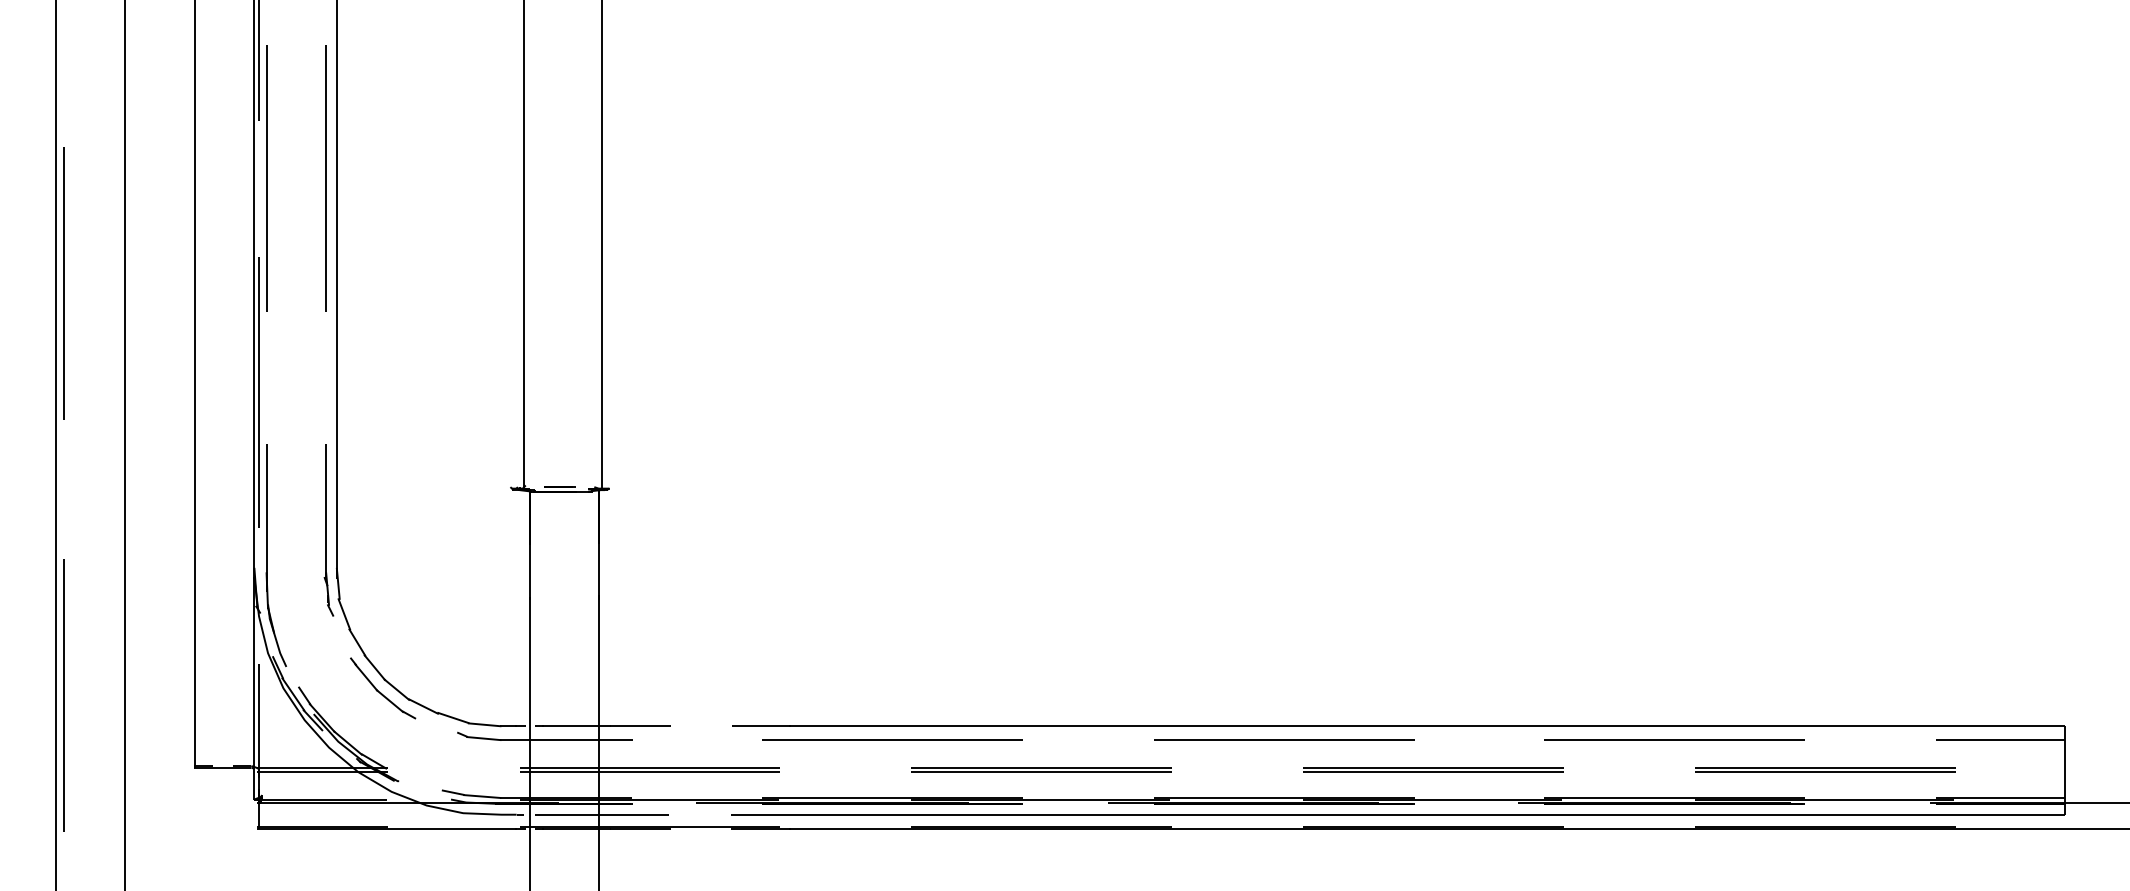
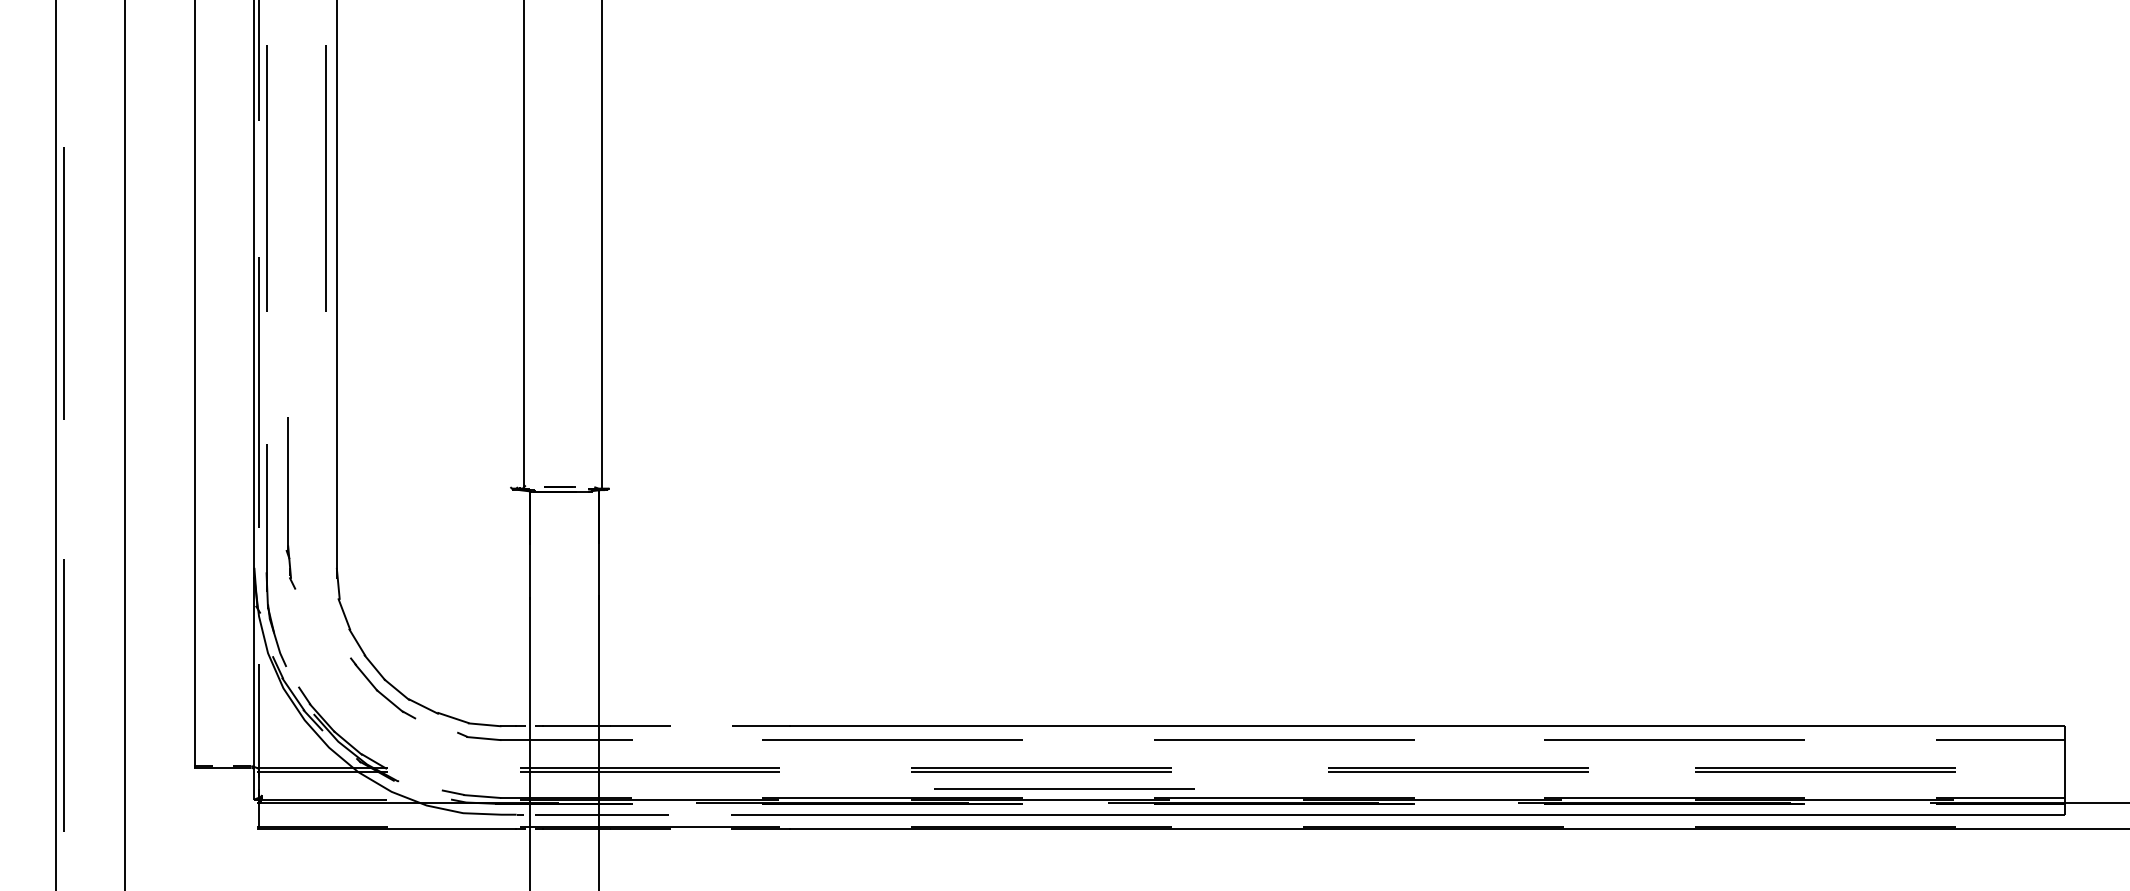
part at (328, 530) position: (328, 530) -> (290, 503)
part at (1433, 769) position: (1433, 769) -> (1458, 769)
line at (1064, 788): none -> present
